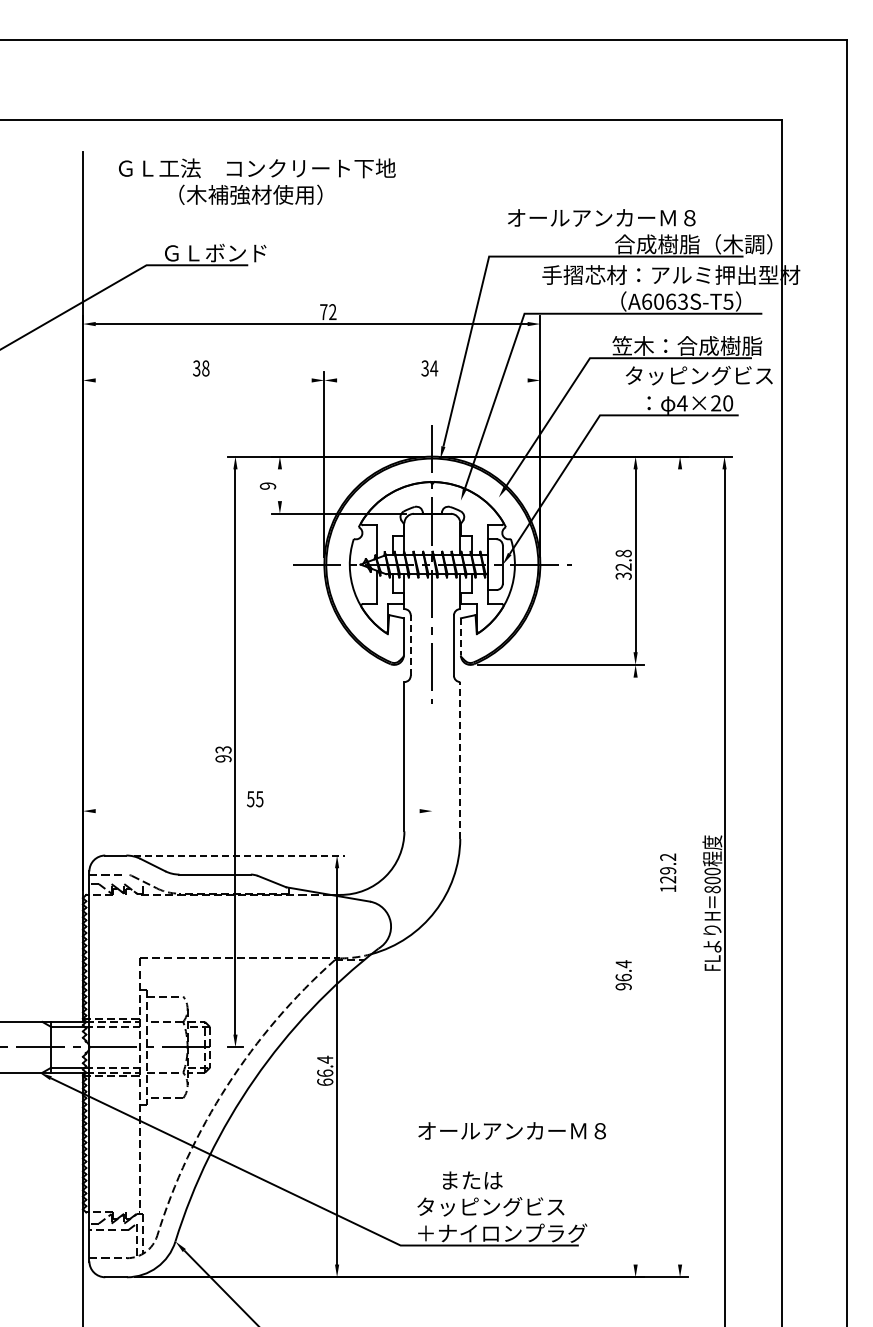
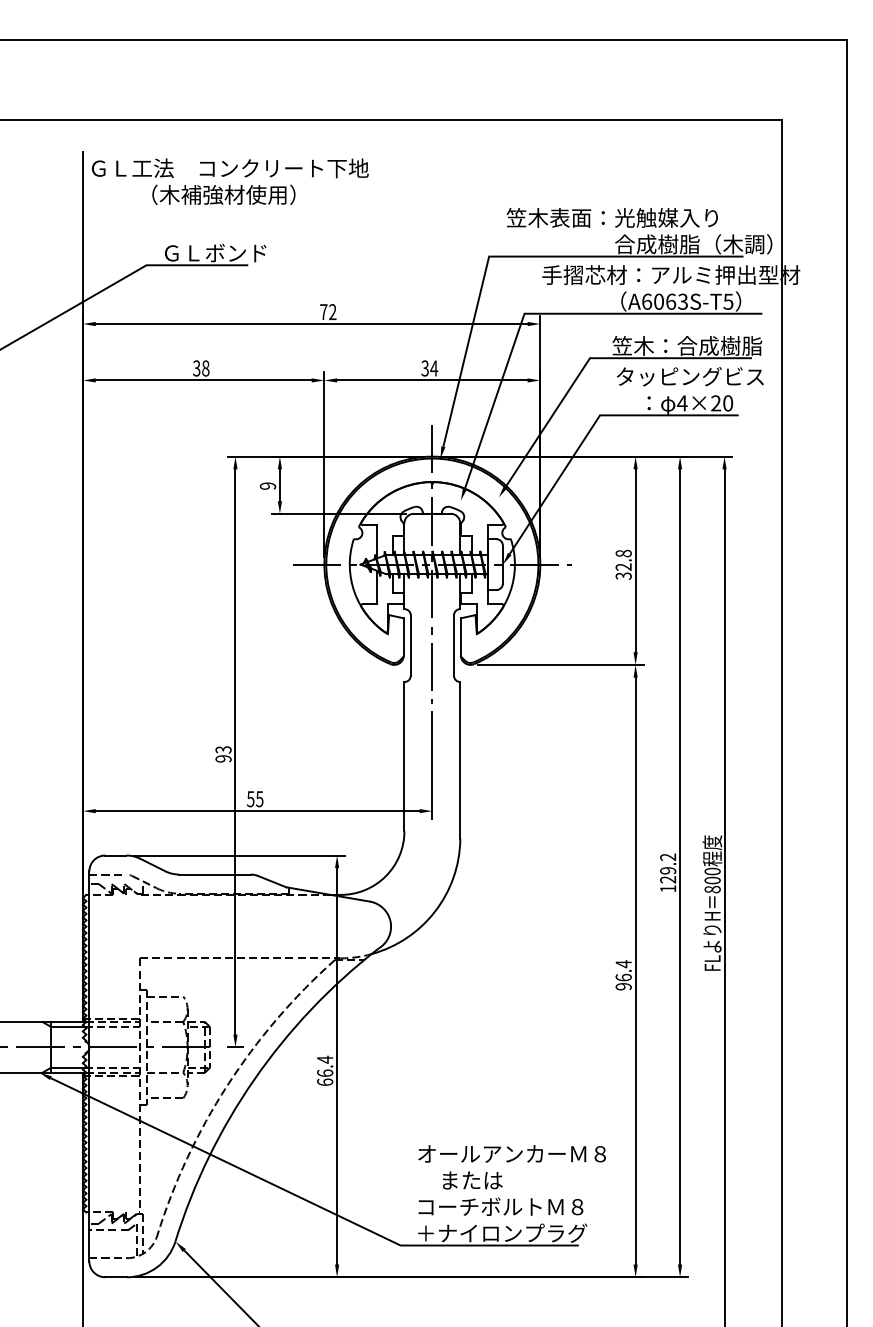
text at (257, 181) position: (257, 181) -> (230, 181)
text at (611, 217): オールアンカーＭ８ -> 笠木表面：光触媒入り
text at (699, 375) position: (699, 375) -> (690, 376)
line at (203, 380): none -> present
line at (432, 380): none -> present
line at (279, 485): none -> present
line at (460, 636): dashed -> solid
line at (410, 645): dashed -> solid
line at (460, 760): dashed -> solid
line at (432, 765): none -> present
line at (257, 811): none -> present
line at (240, 855): dashed -> solid
line at (680, 866): none -> present
line at (635, 970): none -> present
text at (511, 1130) position: (511, 1130) -> (511, 1153)
text at (500, 1206): タッピングビス -> コーチボルトＭ８
